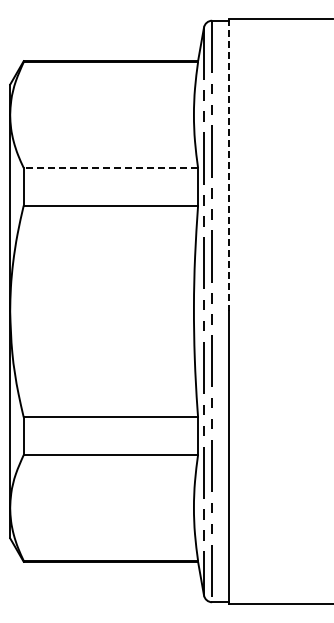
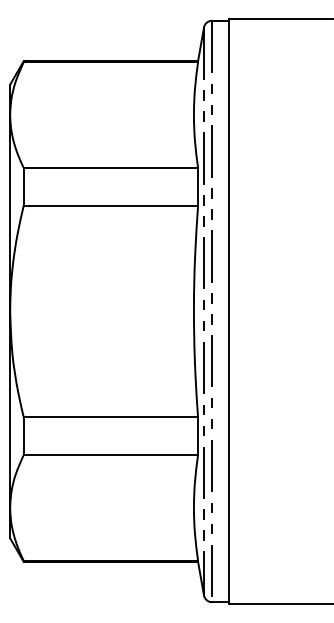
line at (228, 165): dashed -> solid
line at (110, 168): dashed -> solid
